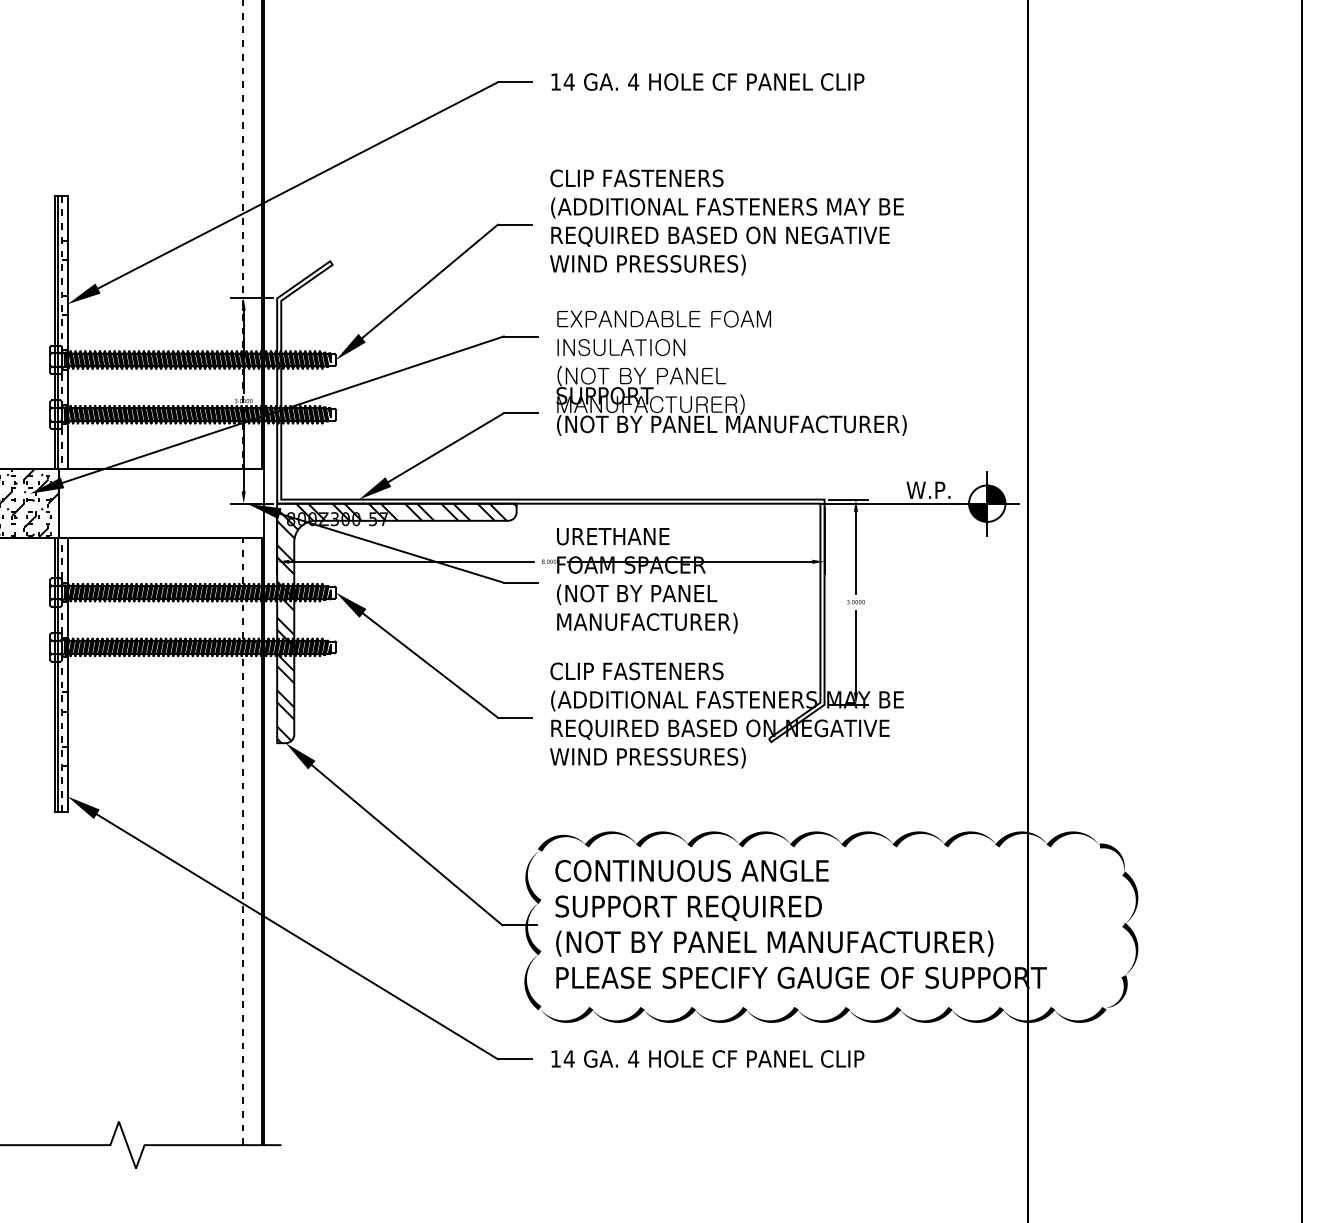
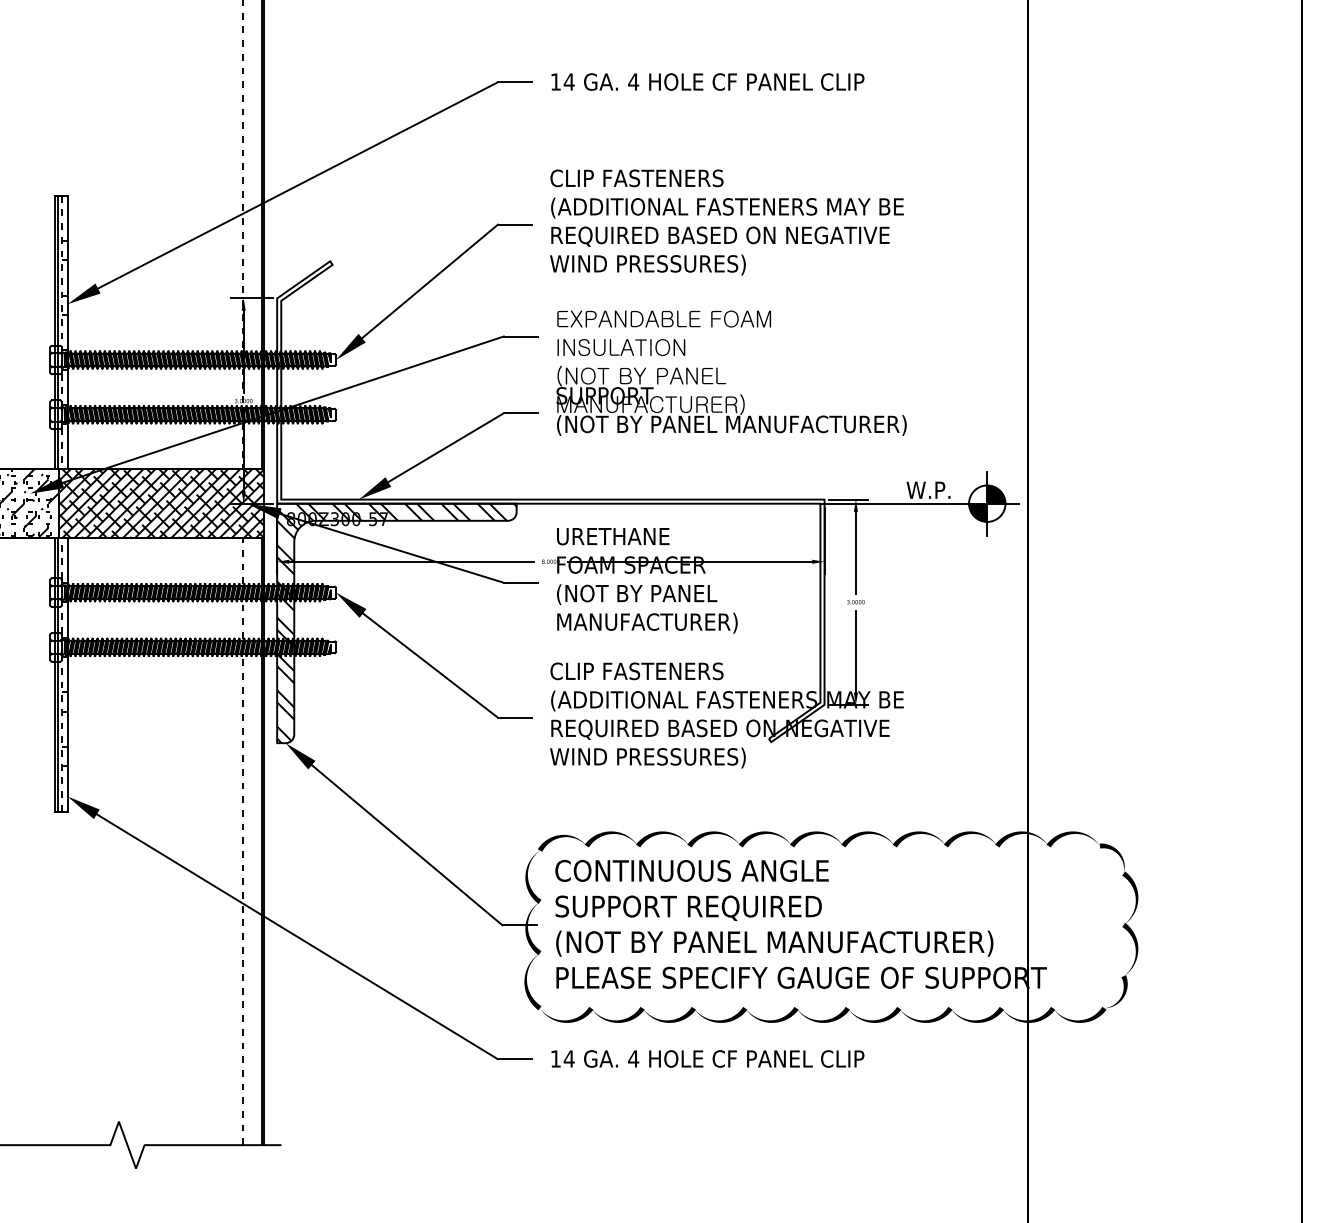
hatch at (161, 503): none -> present
